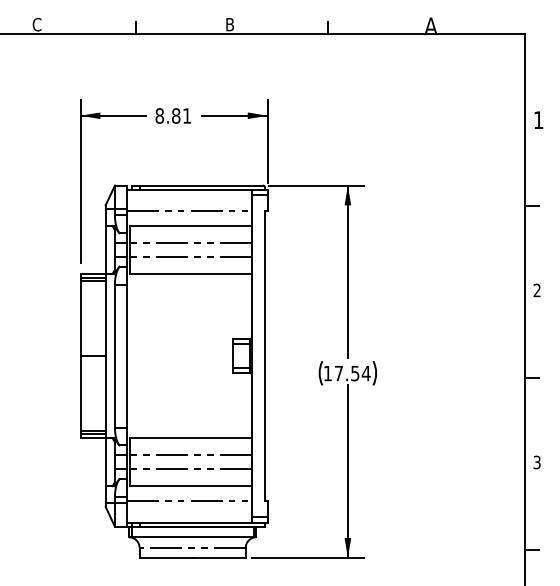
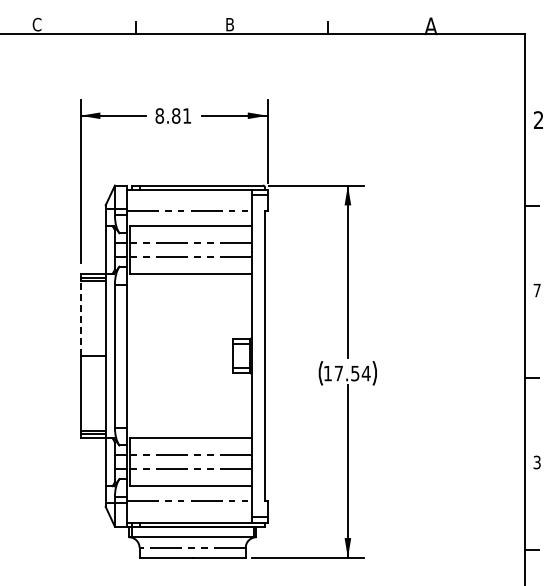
text at (538, 119): 1 -> 2
text at (536, 290): 2 -> 7
line at (80, 318): solid -> dashed
